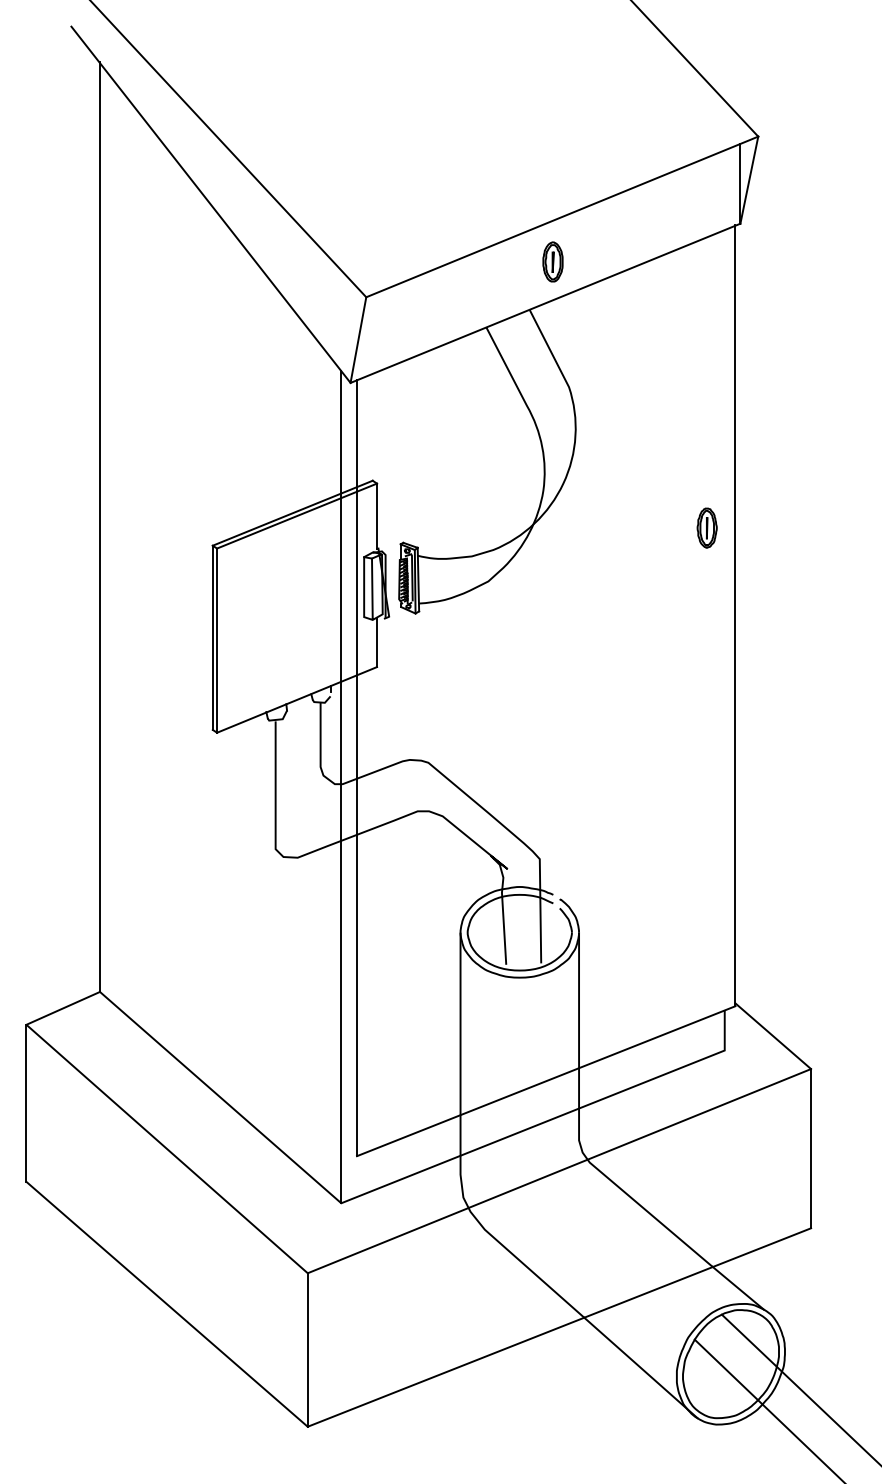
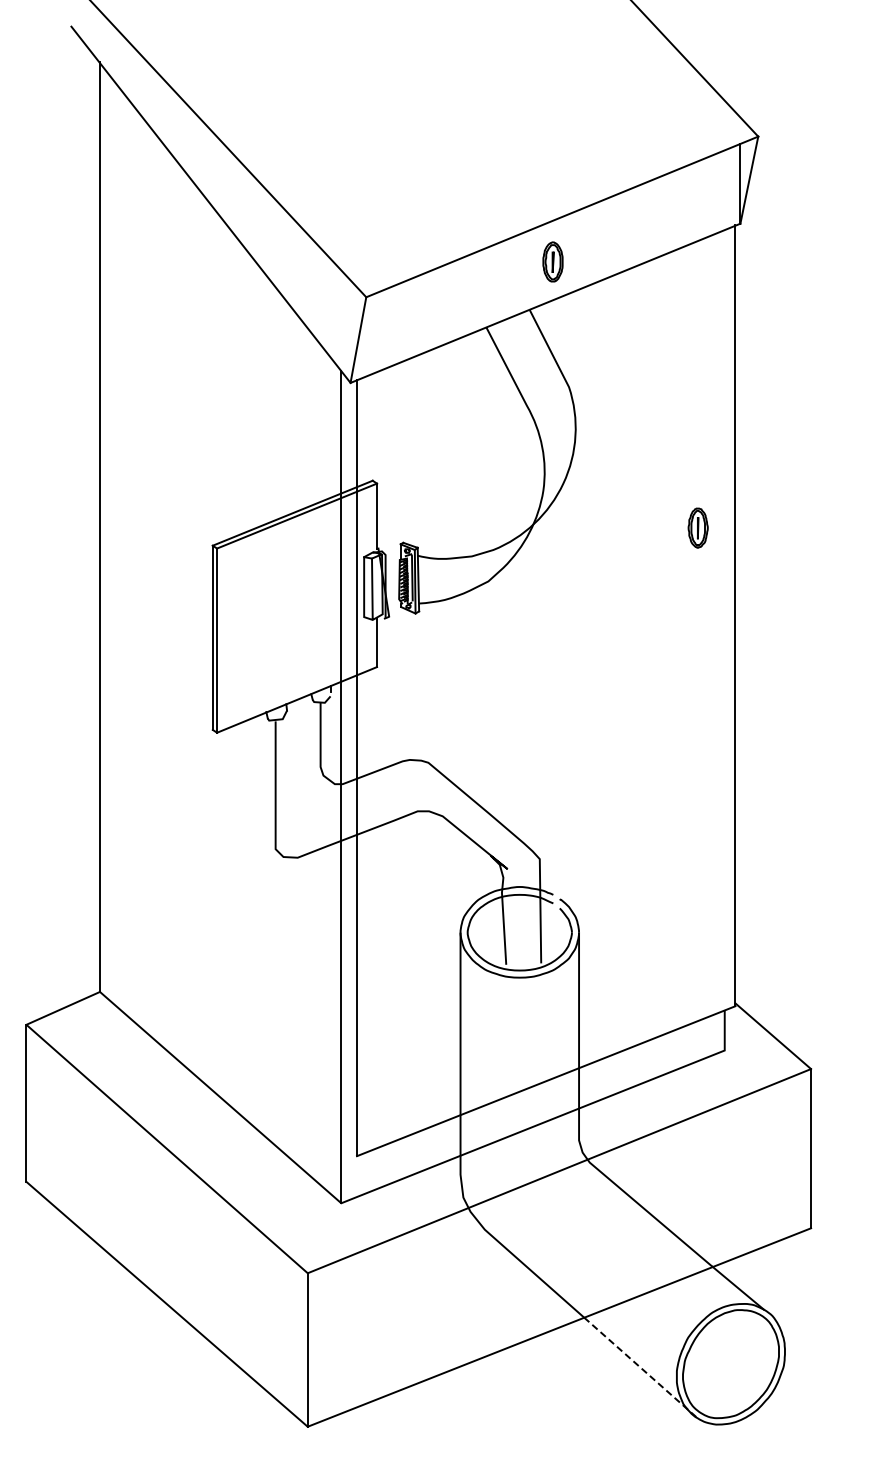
part at (706, 527) position: (706, 527) -> (697, 527)
line at (640, 1367): solid -> dashed
line at (799, 1388): present -> none
line at (768, 1409): present -> none
